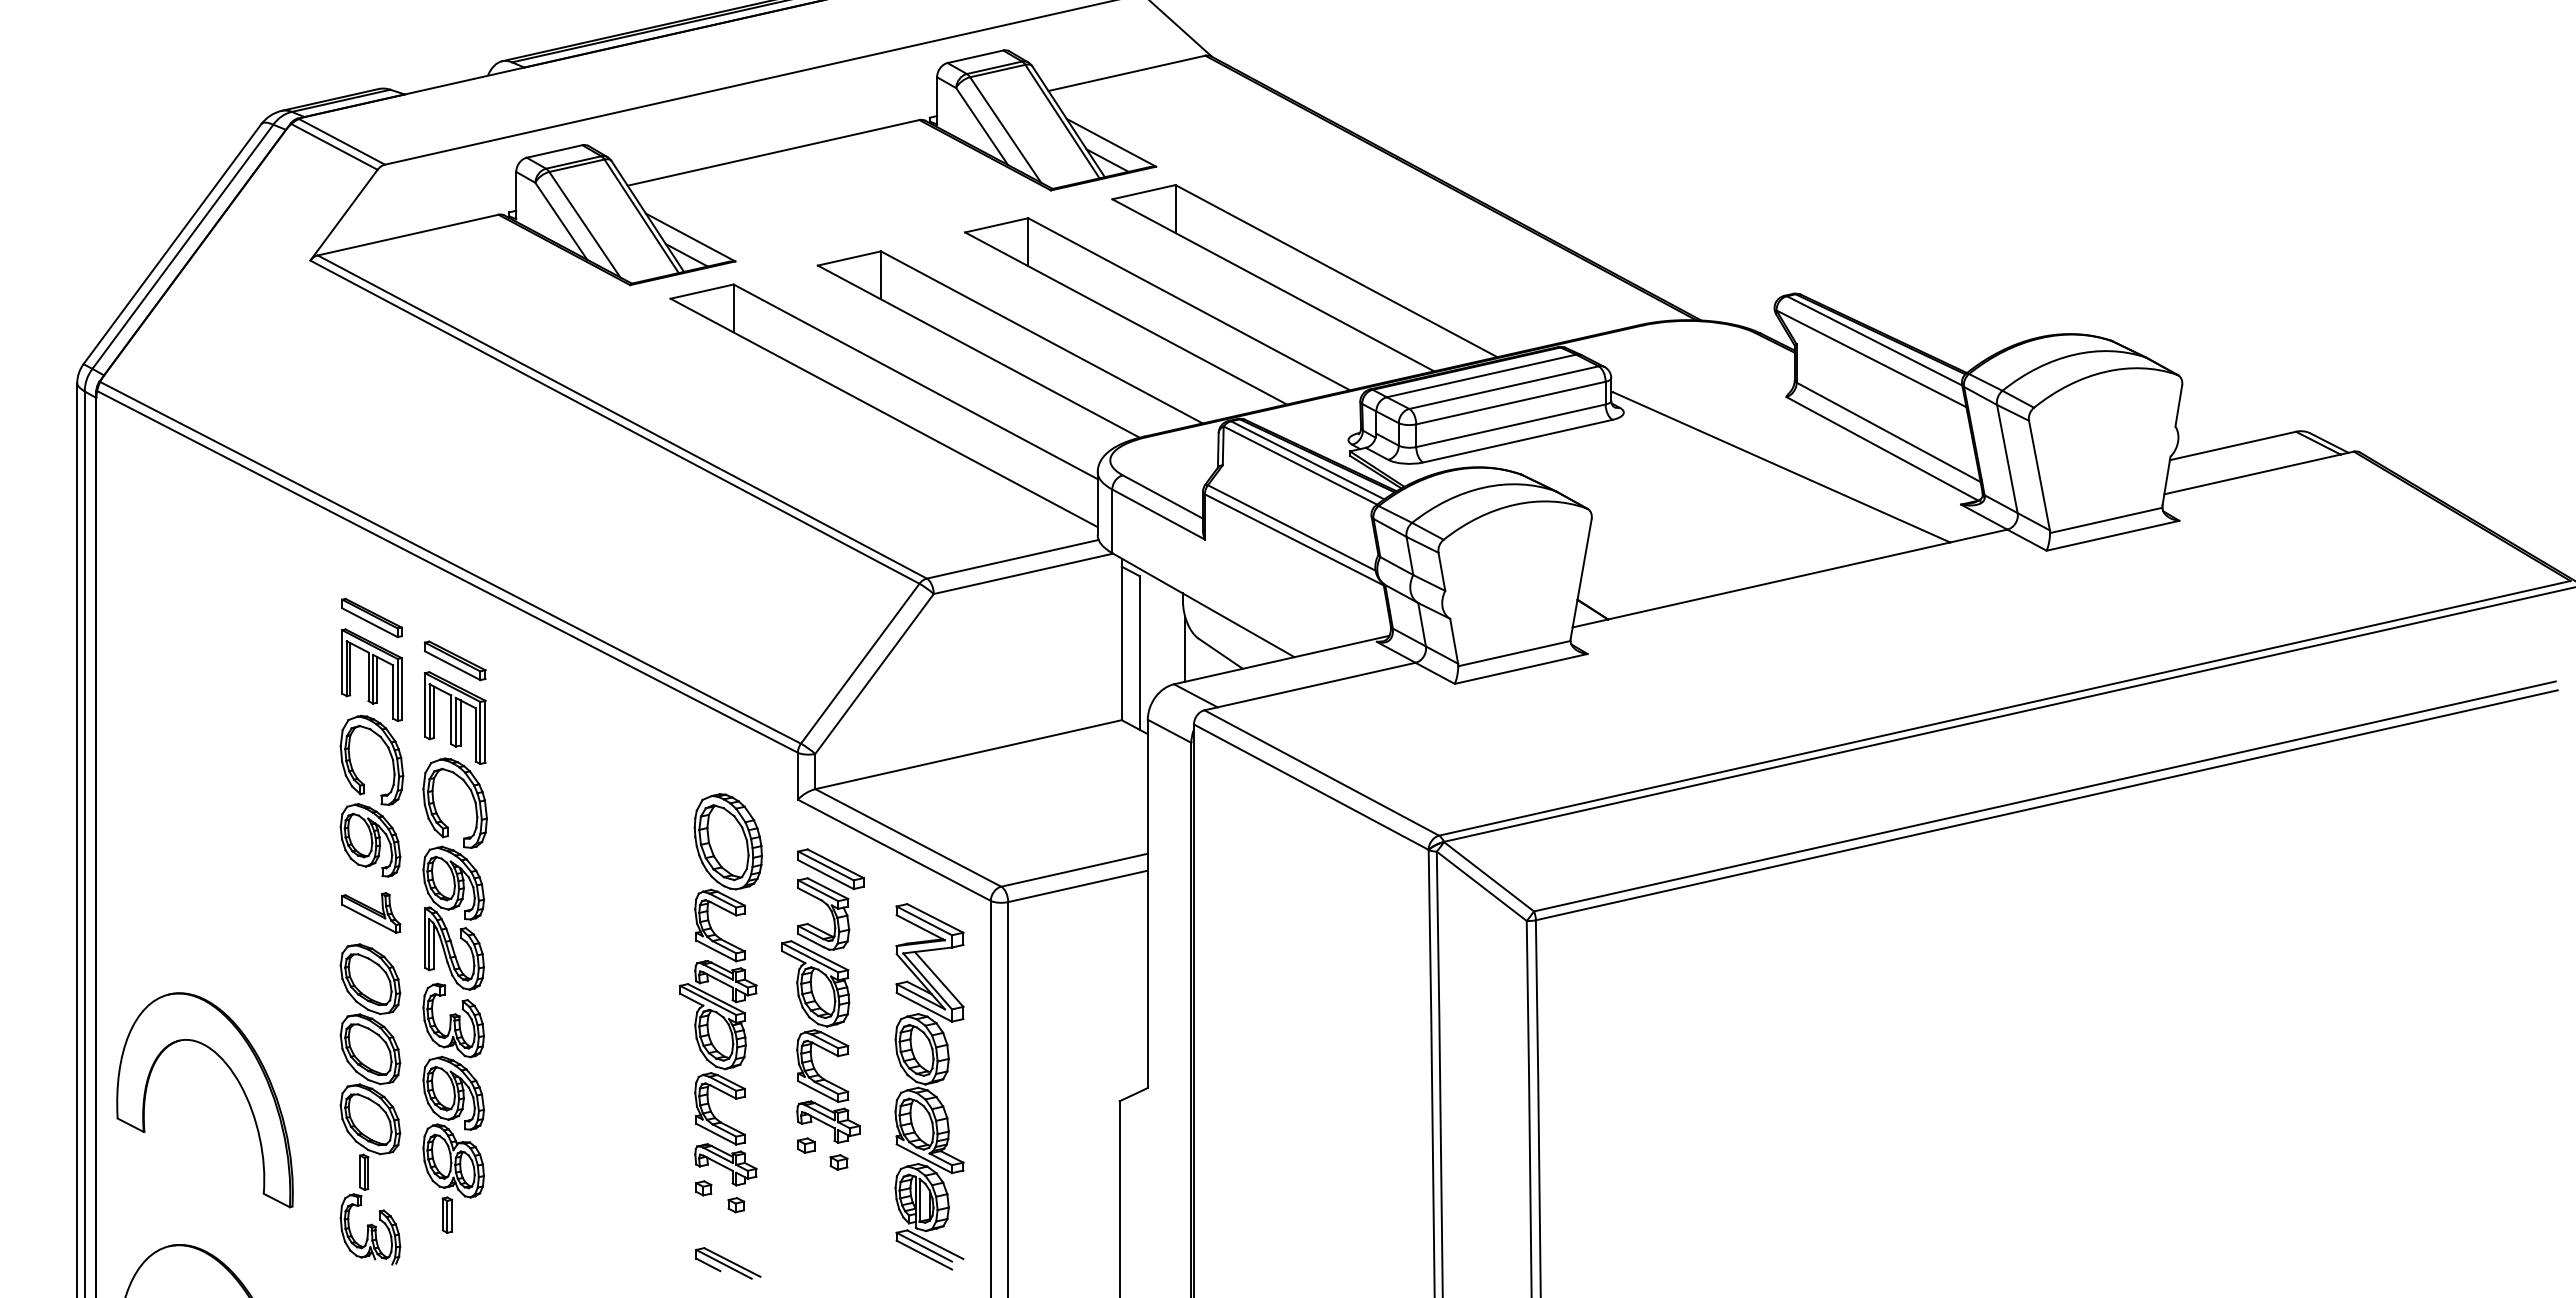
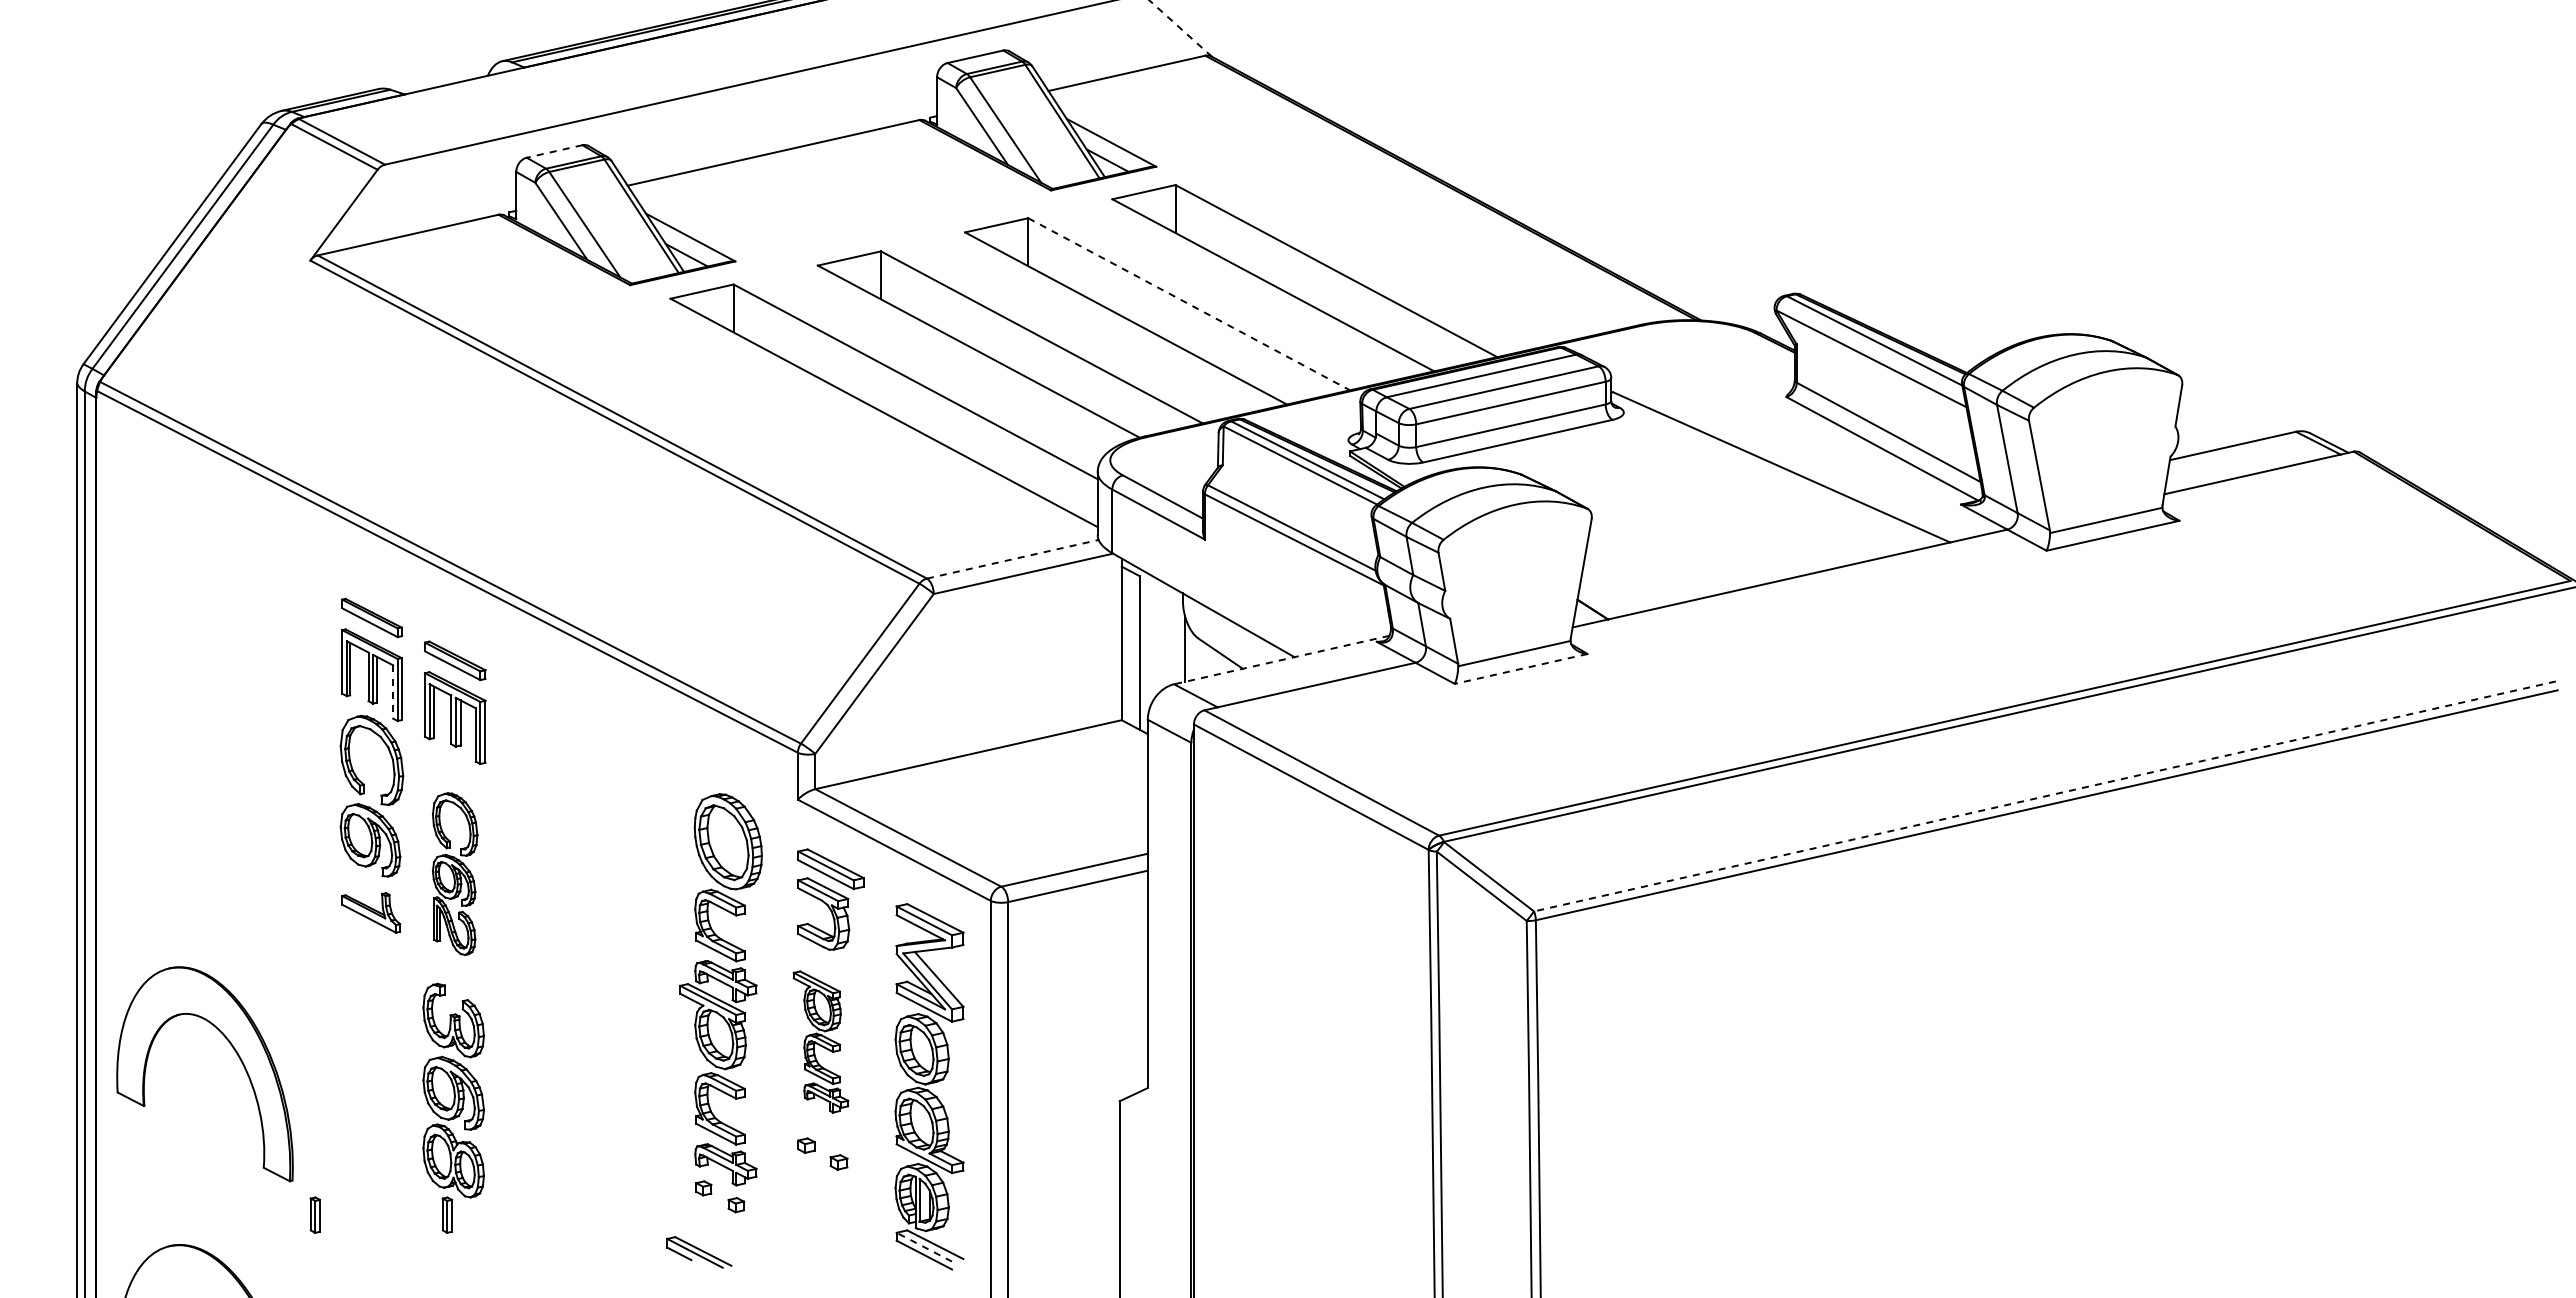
line at (1180, 28): solid -> dashed
line at (554, 151): solid -> dashed
line at (1189, 304): solid -> dashed
line at (1013, 559): solid -> dashed
line at (1281, 660): solid -> dashed
line at (1520, 669): solid -> dashed
line at (393, 691): solid -> dashed
line at (2044, 796): solid -> dashed
part at (454, 873) size: 66x234 px -> 47x164 px
part at (820, 1041) size: 80x204 px -> 58x144 px
part at (235, 1078) position: (235, 1078) -> (235, 1052)
part at (370, 1104): present -> none
part at (314, 1214): none -> present
line at (923, 1246): solid -> dashed
part at (728, 1263) position: (728, 1263) -> (699, 1252)
